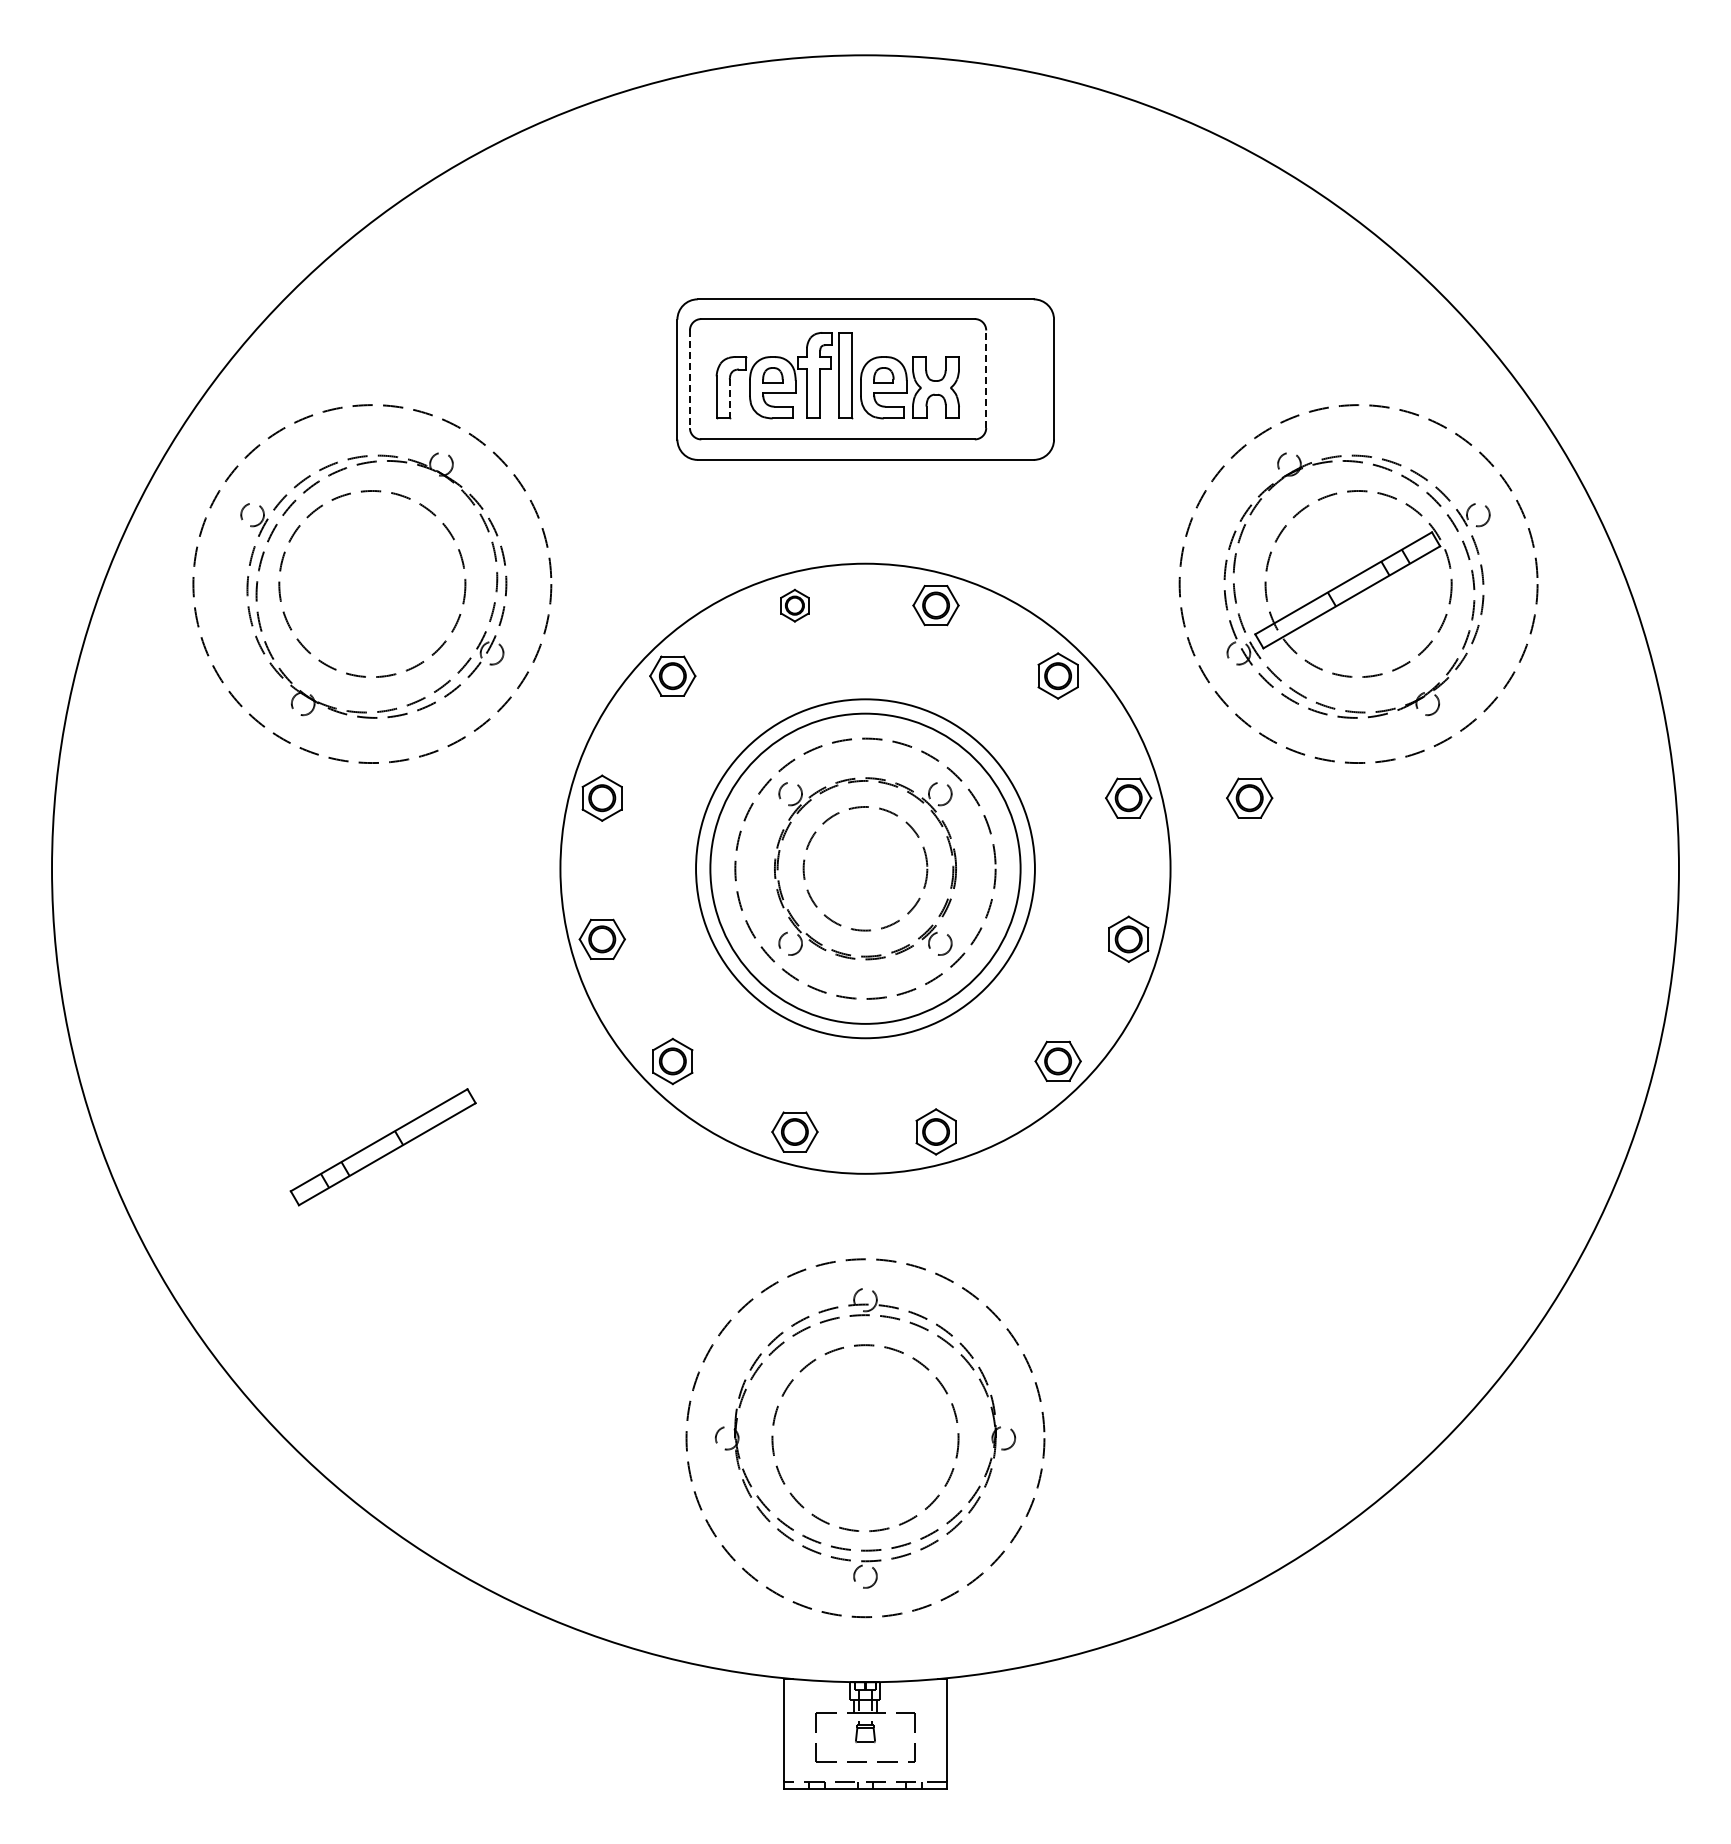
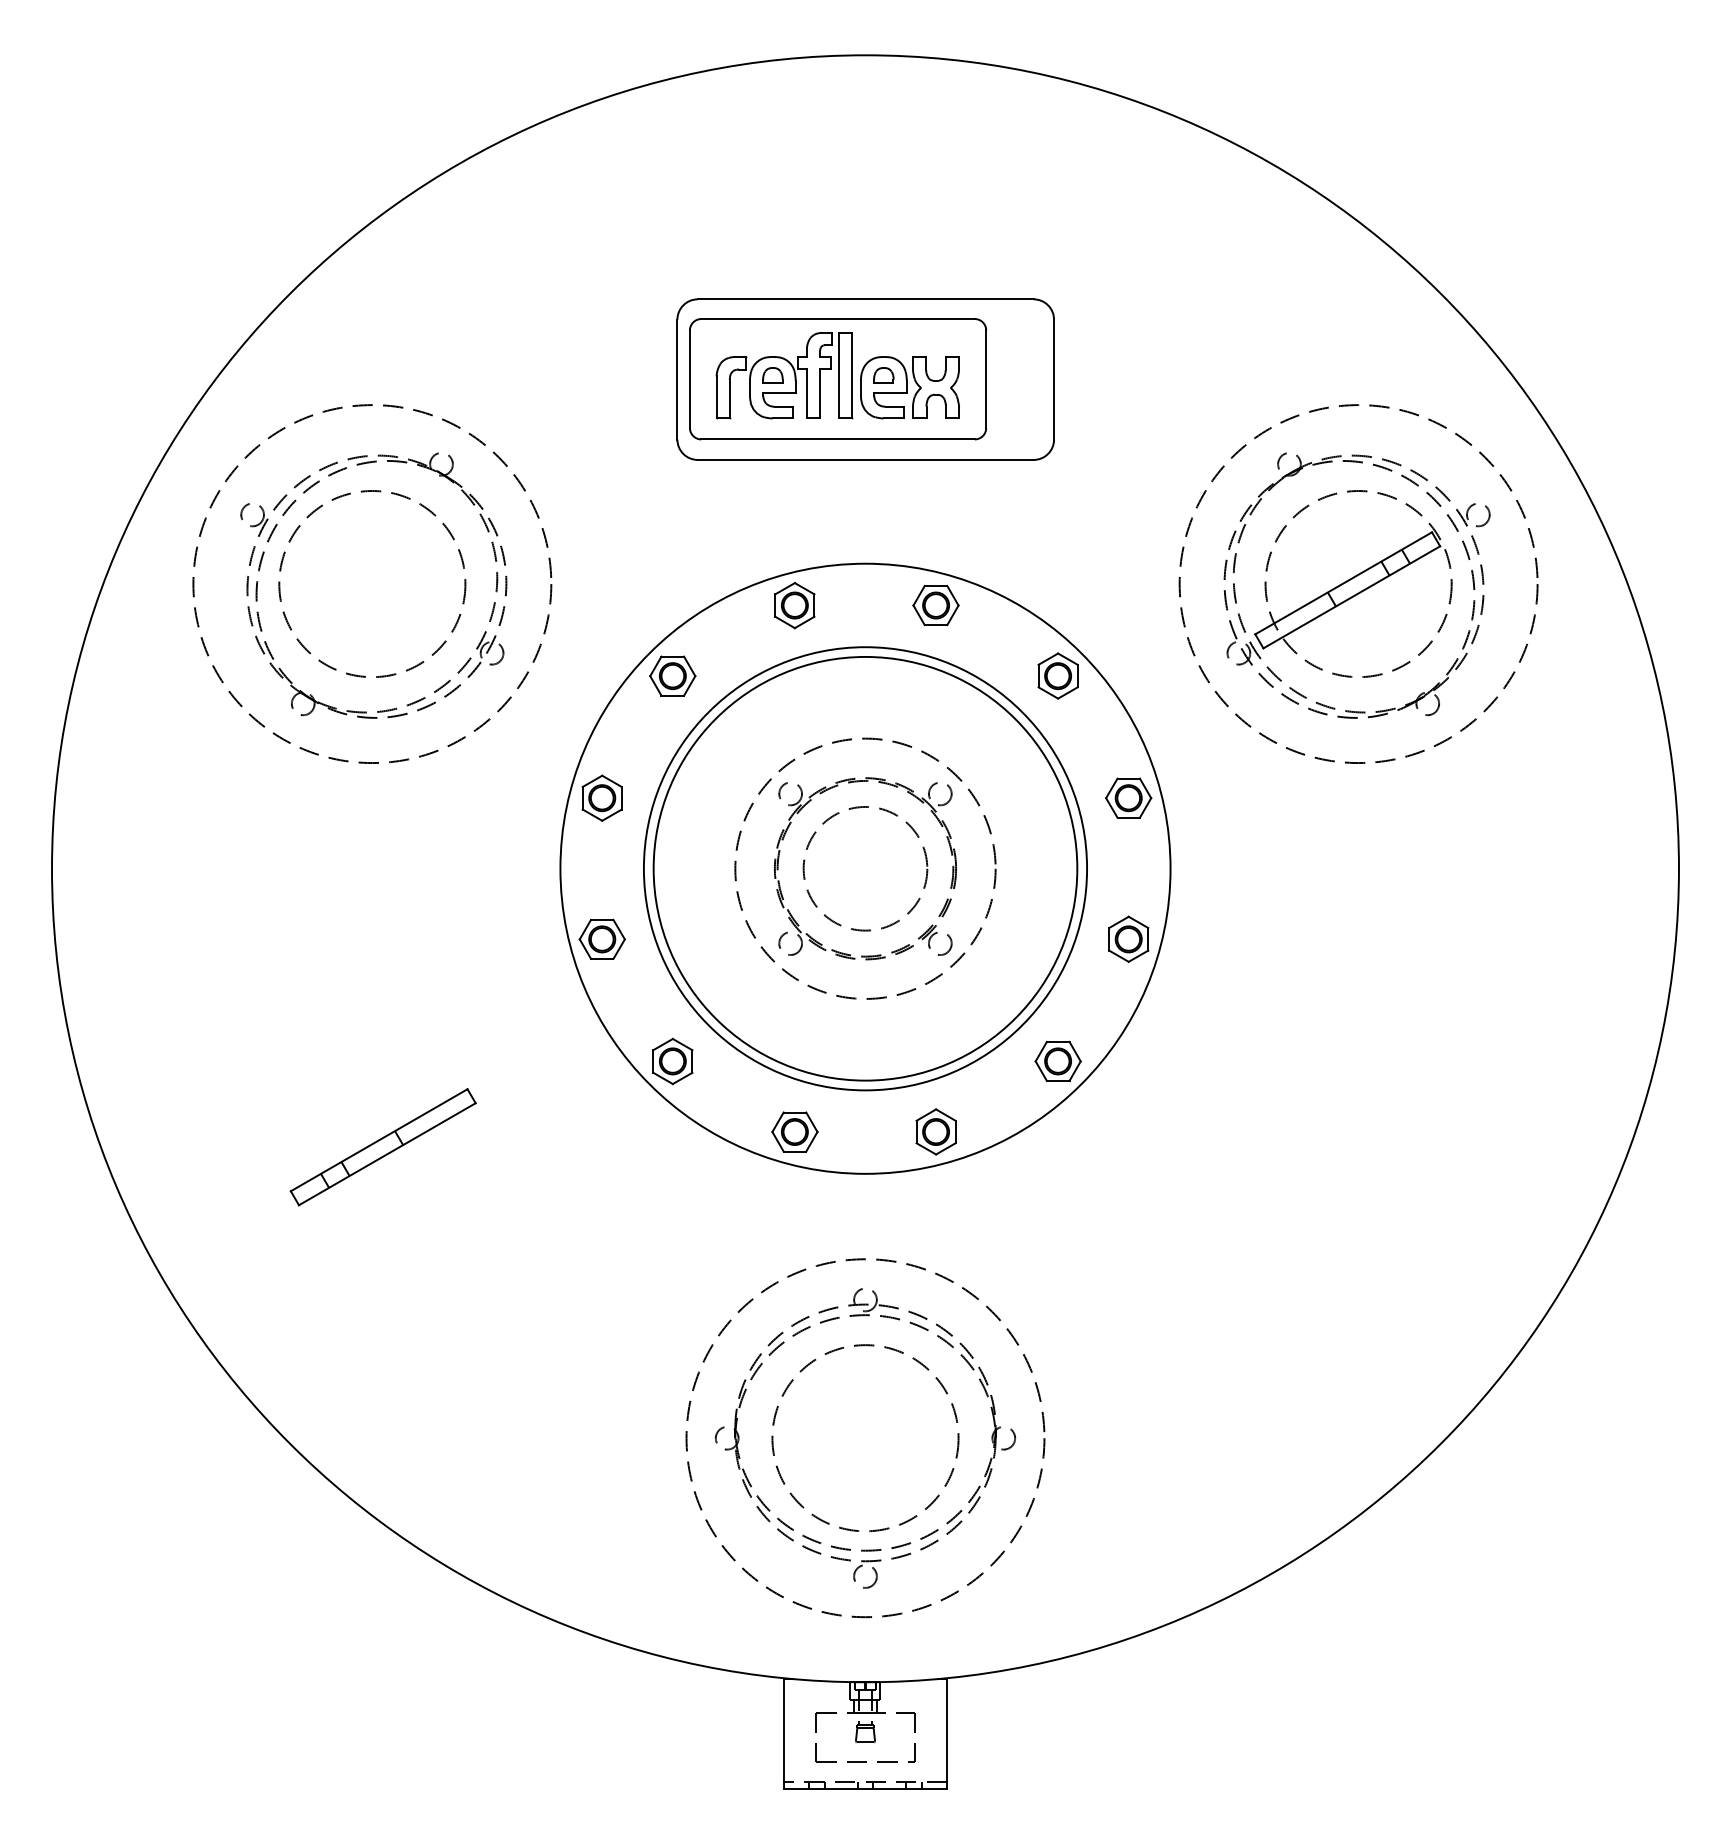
line at (689, 379): dashed -> solid
line at (986, 379): dashed -> solid
line at (729, 398): dashed -> solid
part at (794, 605) size: 30x35 px -> 42x48 px
part at (1249, 797): present -> none
circle at (865, 868) diameter: 310 px -> 443 px
circle at (865, 868) diameter: 339 px -> 424 px
